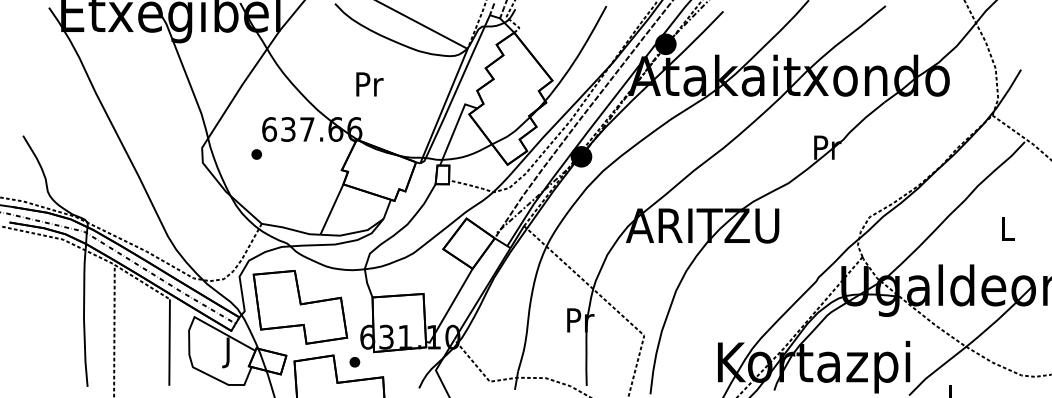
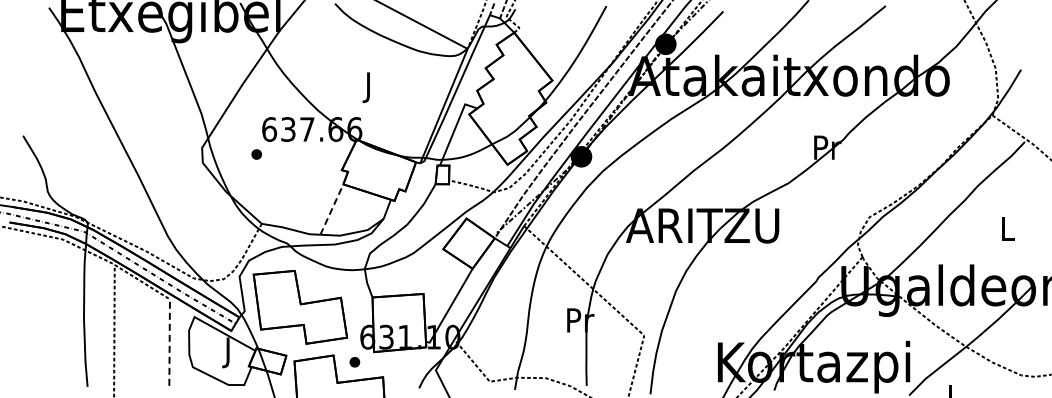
text at (369, 87): Pr -> J
line at (331, 209): solid -> dashed
line at (169, 342): solid -> dashed
